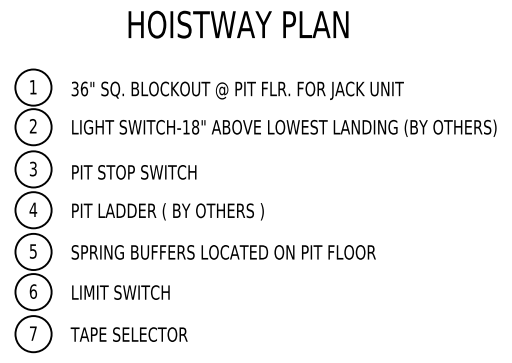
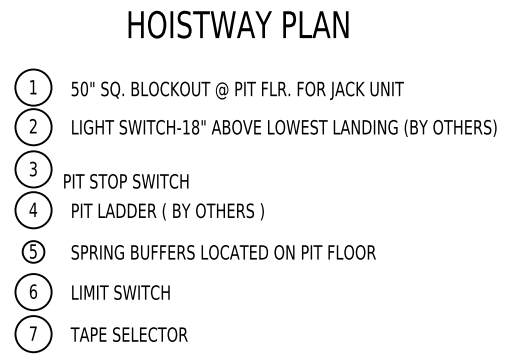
text at (80, 88): 36" -> 50"
text at (134, 172) position: (134, 172) -> (126, 181)
circle at (33, 251) diameter: 36 px -> 22 px
